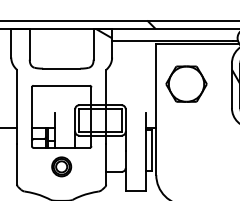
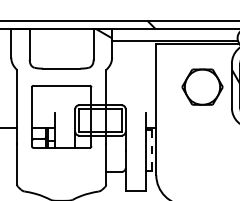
part at (186, 83) position: (186, 83) -> (202, 86)
line at (151, 149): solid -> dashed
part at (61, 166): present -> none
